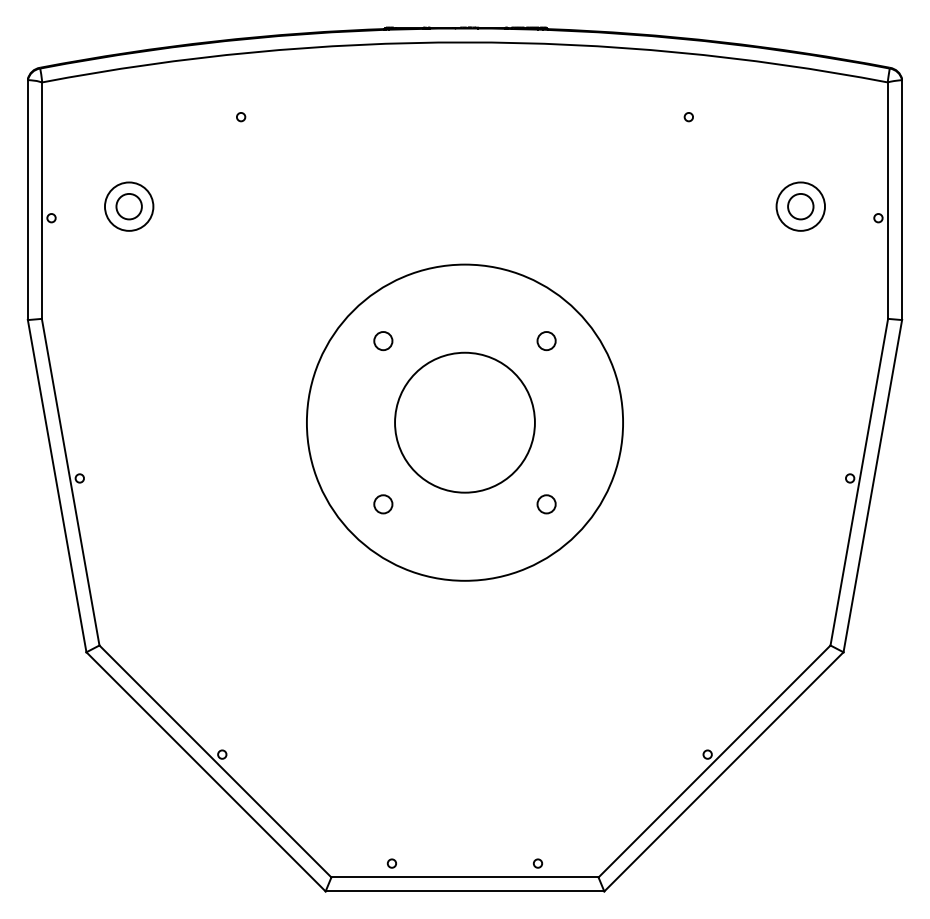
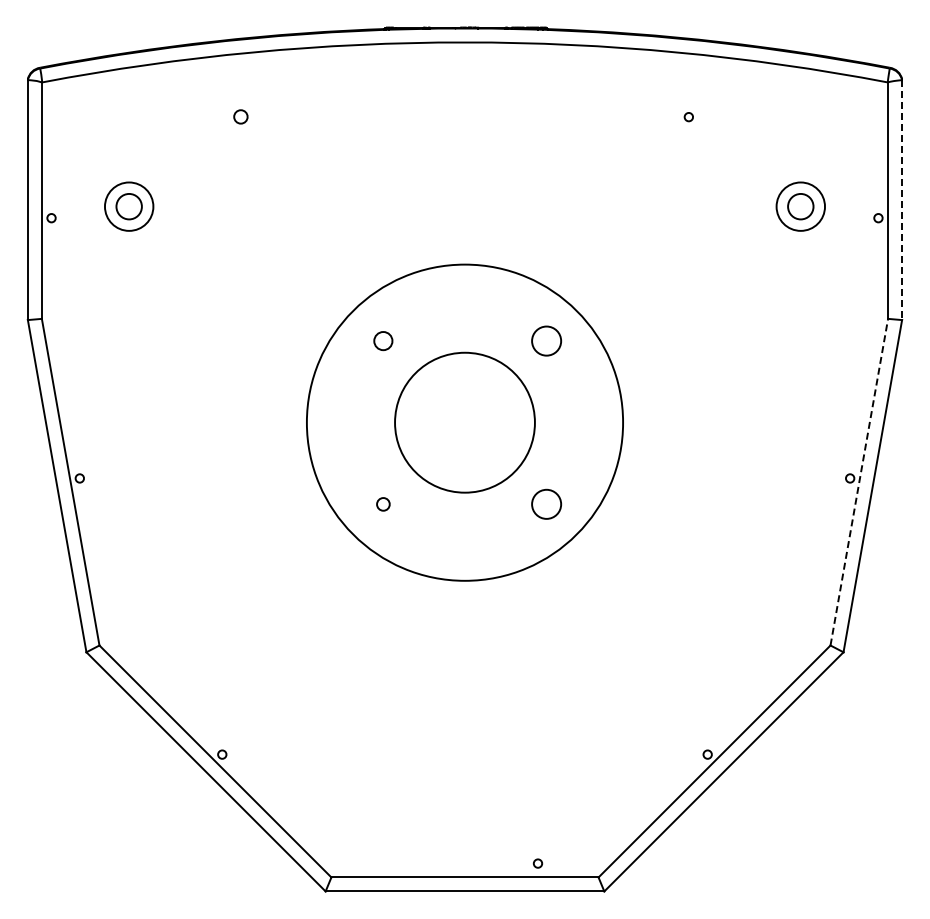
circle at (241, 117) size: 11x11 px -> 16x16 px
line at (902, 200): solid -> dashed
circle at (546, 341) diameter: 18 px -> 29 px
line at (859, 482): solid -> dashed
circle at (383, 504) size: 21x21 px -> 15x15 px
circle at (546, 504) diameter: 18 px -> 29 px
circle at (391, 863): present -> none
